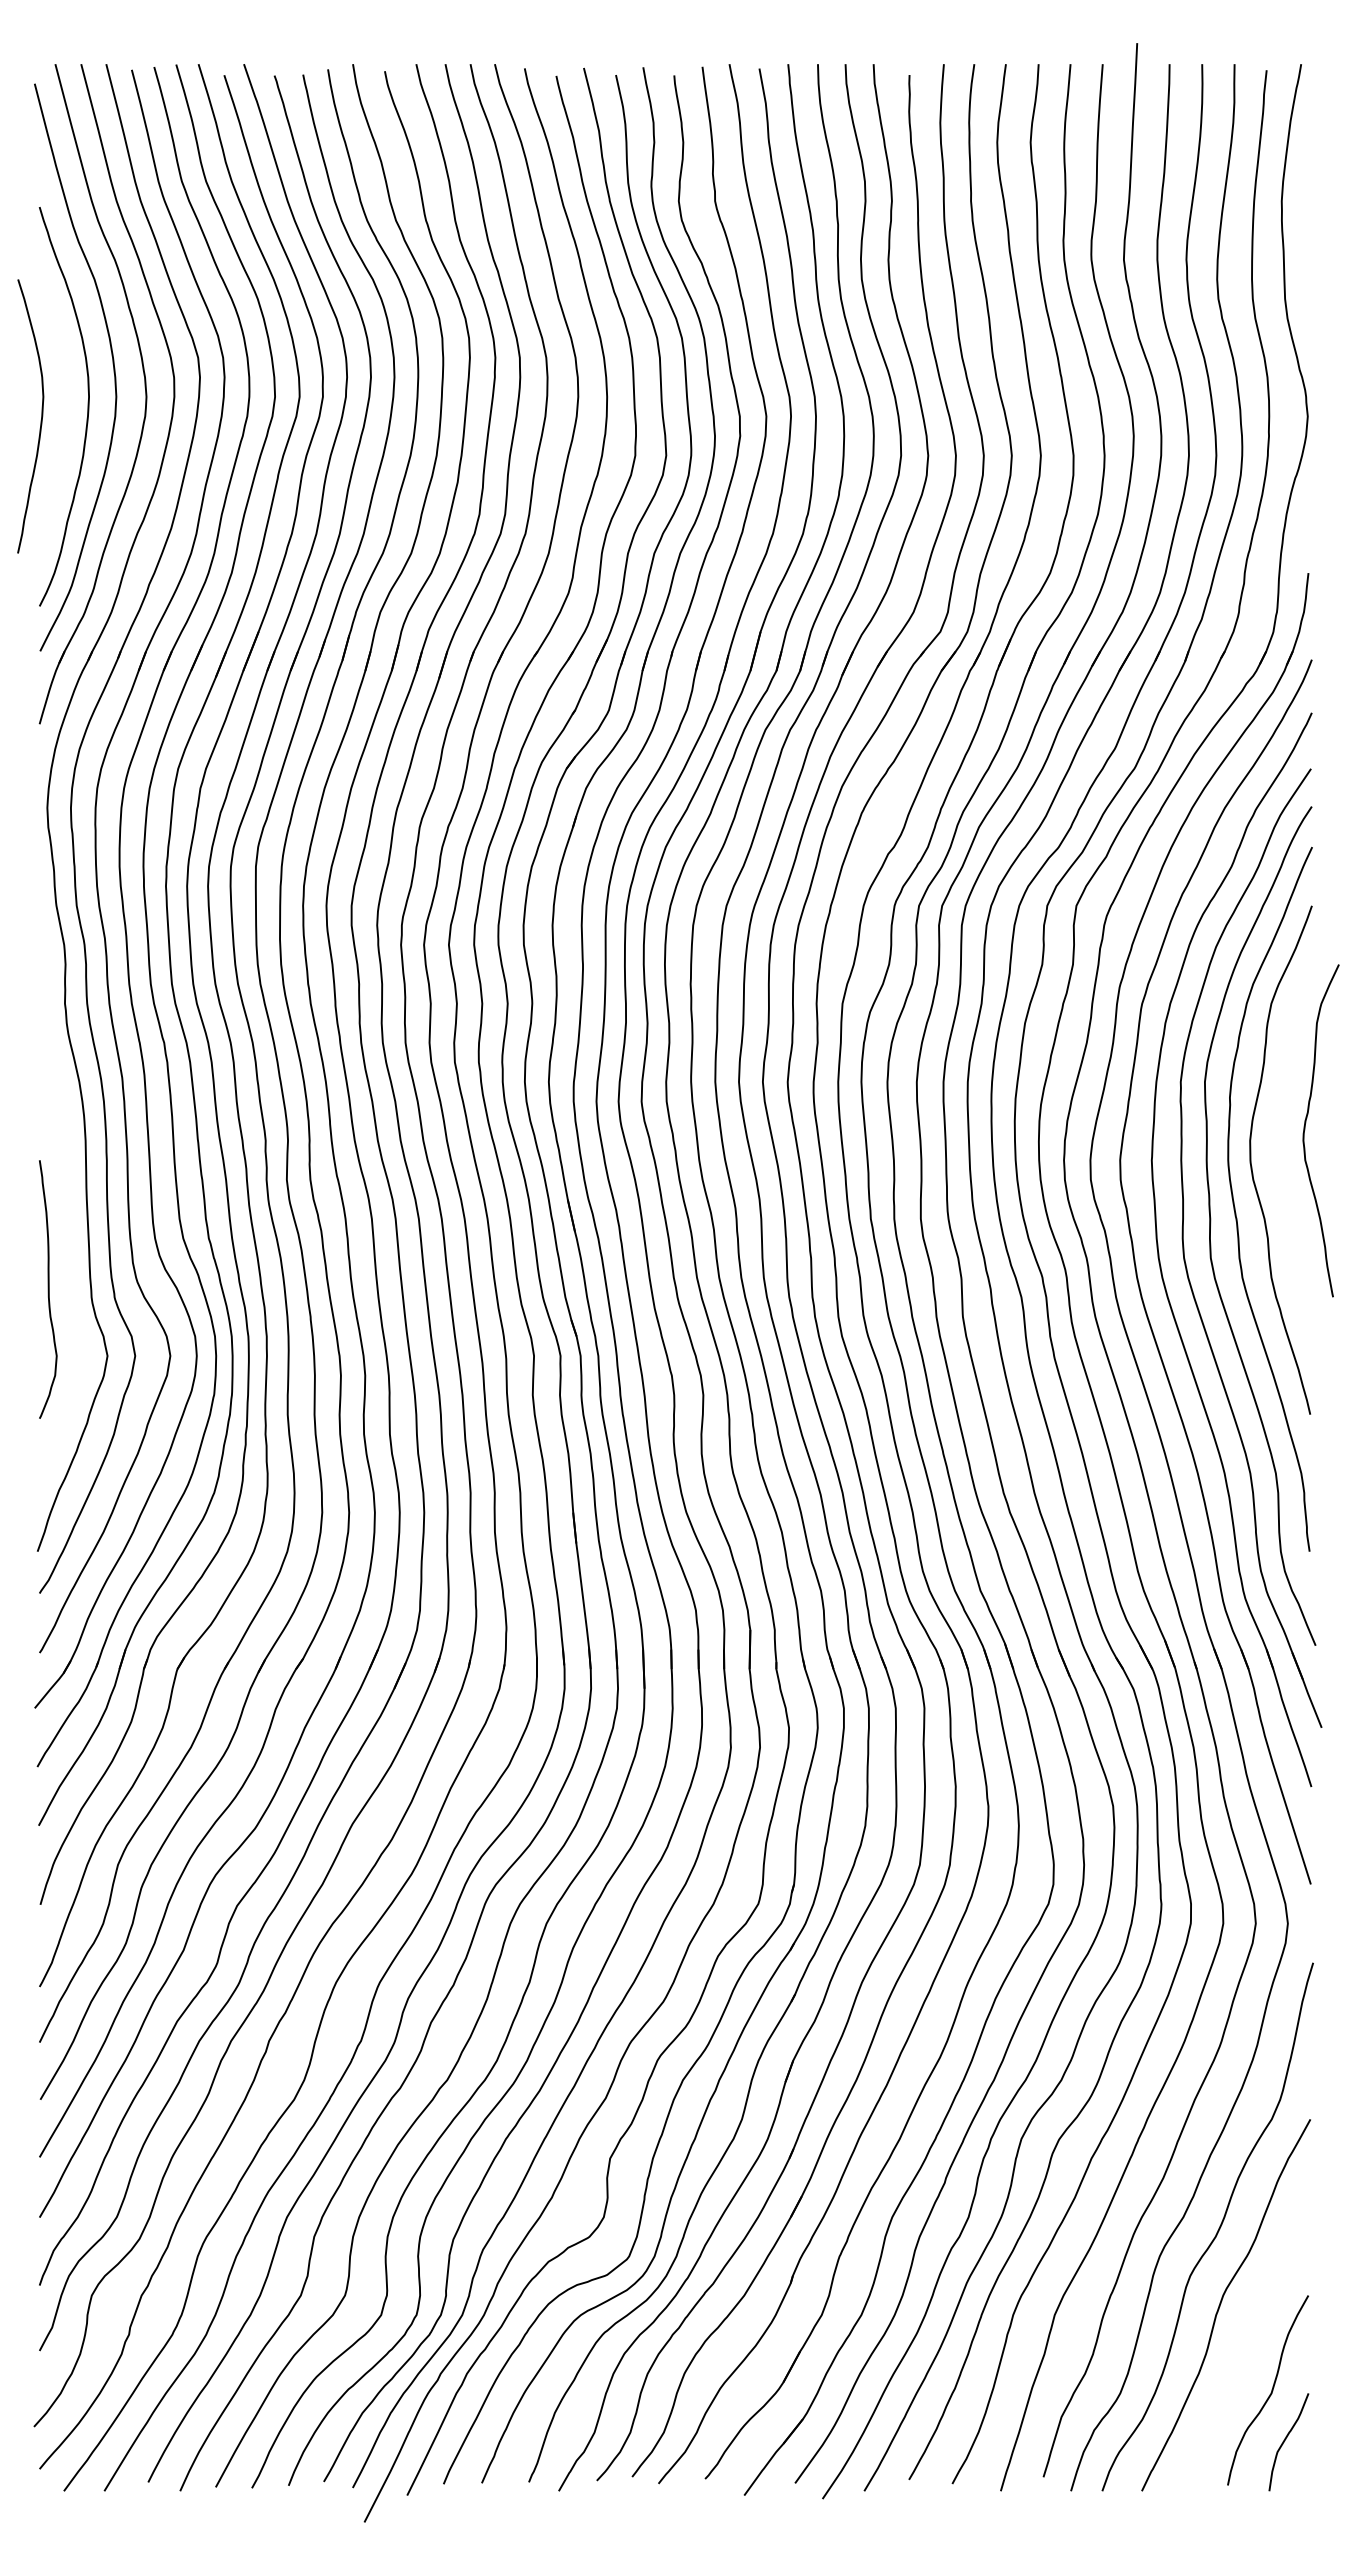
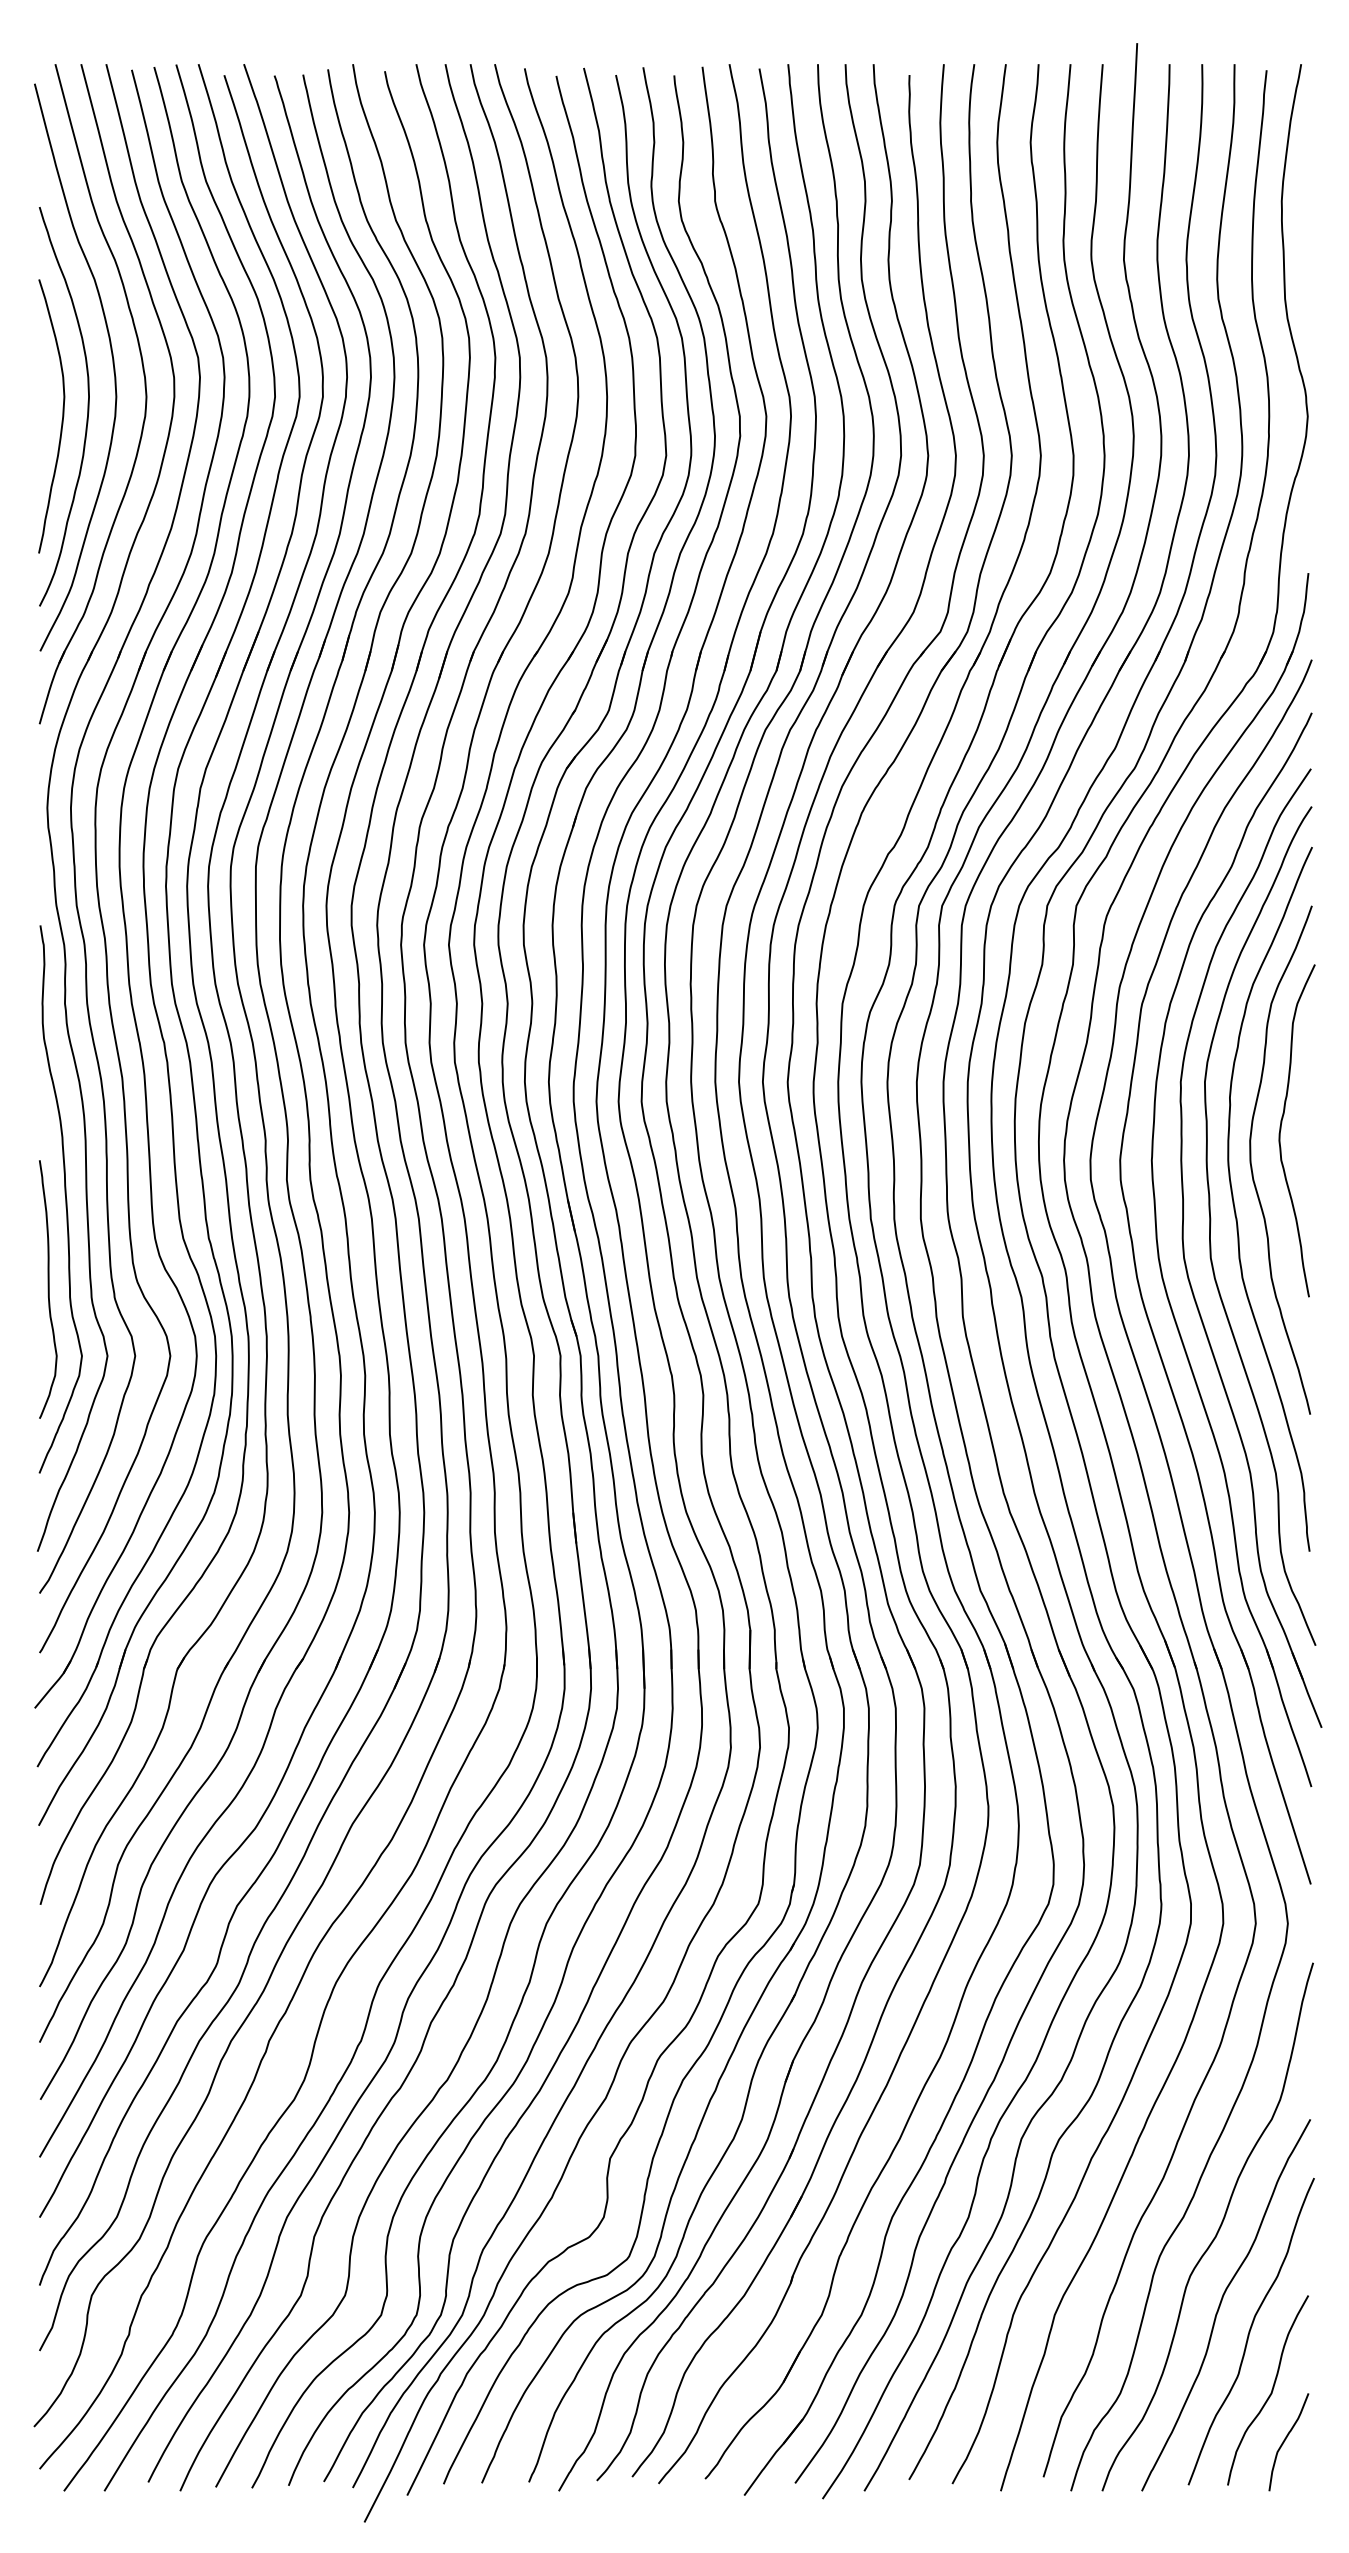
curve at (40, 420) position: (40, 420) -> (61, 420)
curve at (1305, 1130) position: (1305, 1130) -> (1281, 1130)
curve at (65, 1199): none -> present
curve at (1250, 2331): none -> present
